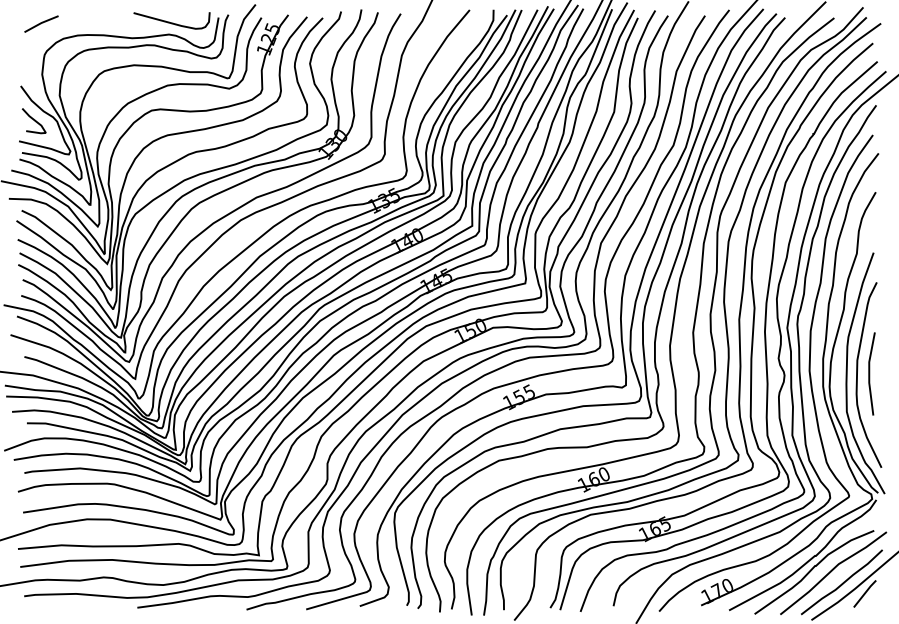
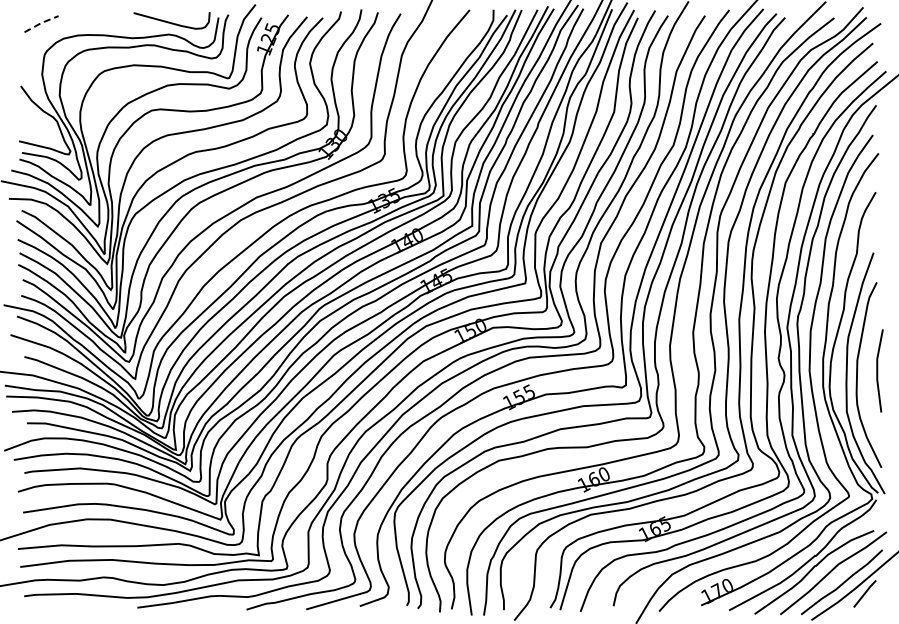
line at (41, 23): solid -> dashed
curve at (33, 120): present -> none
line at (870, 373) position: (870, 373) -> (878, 370)
